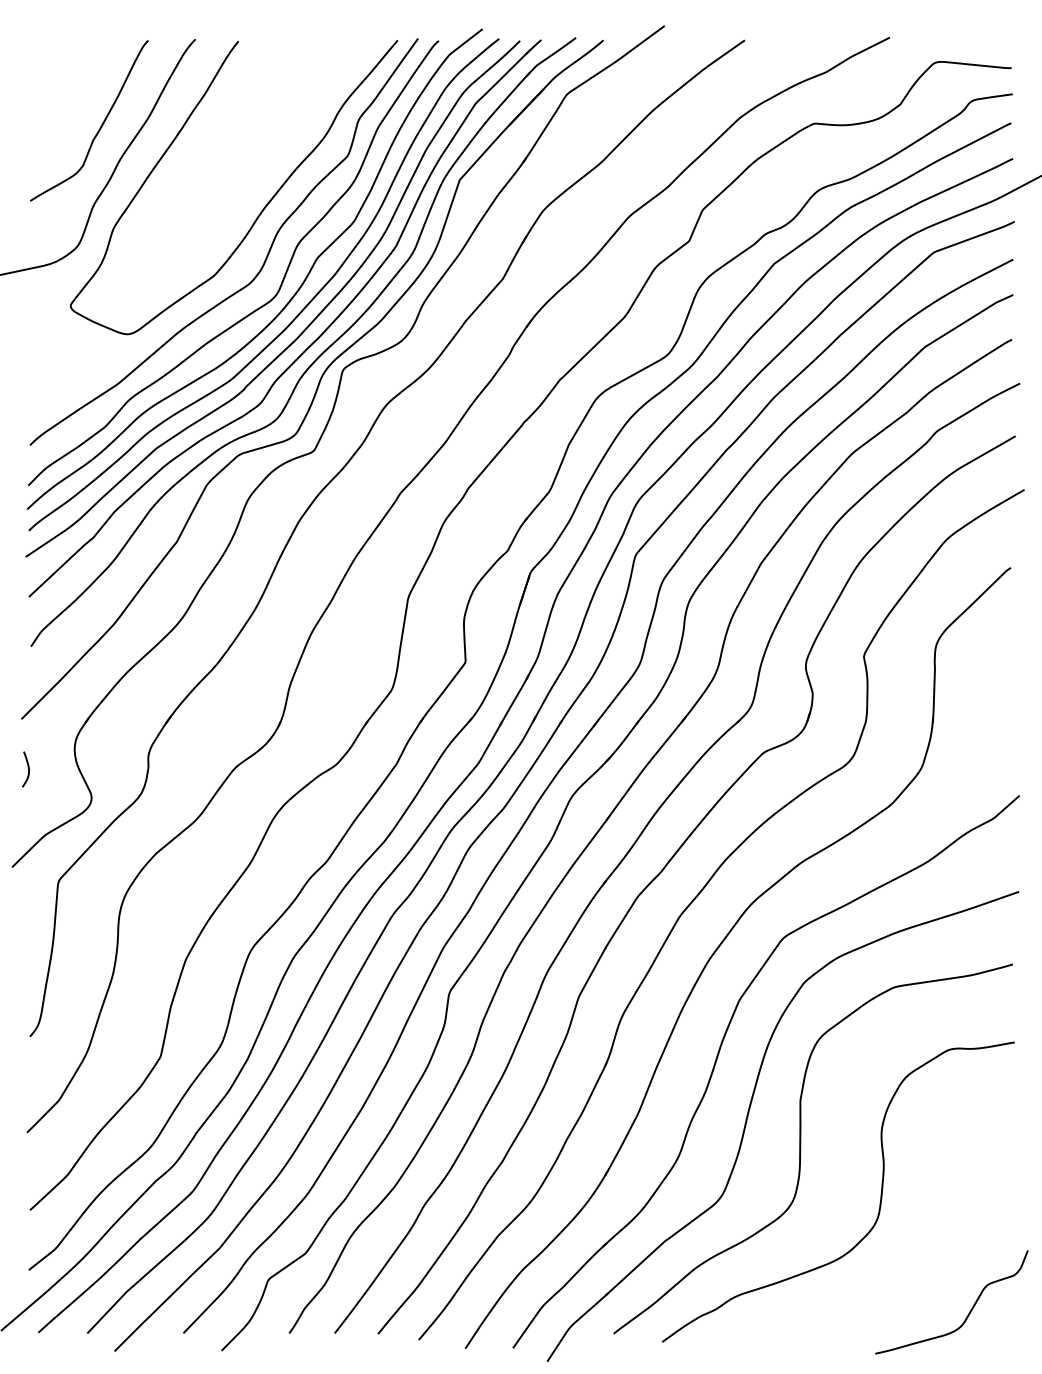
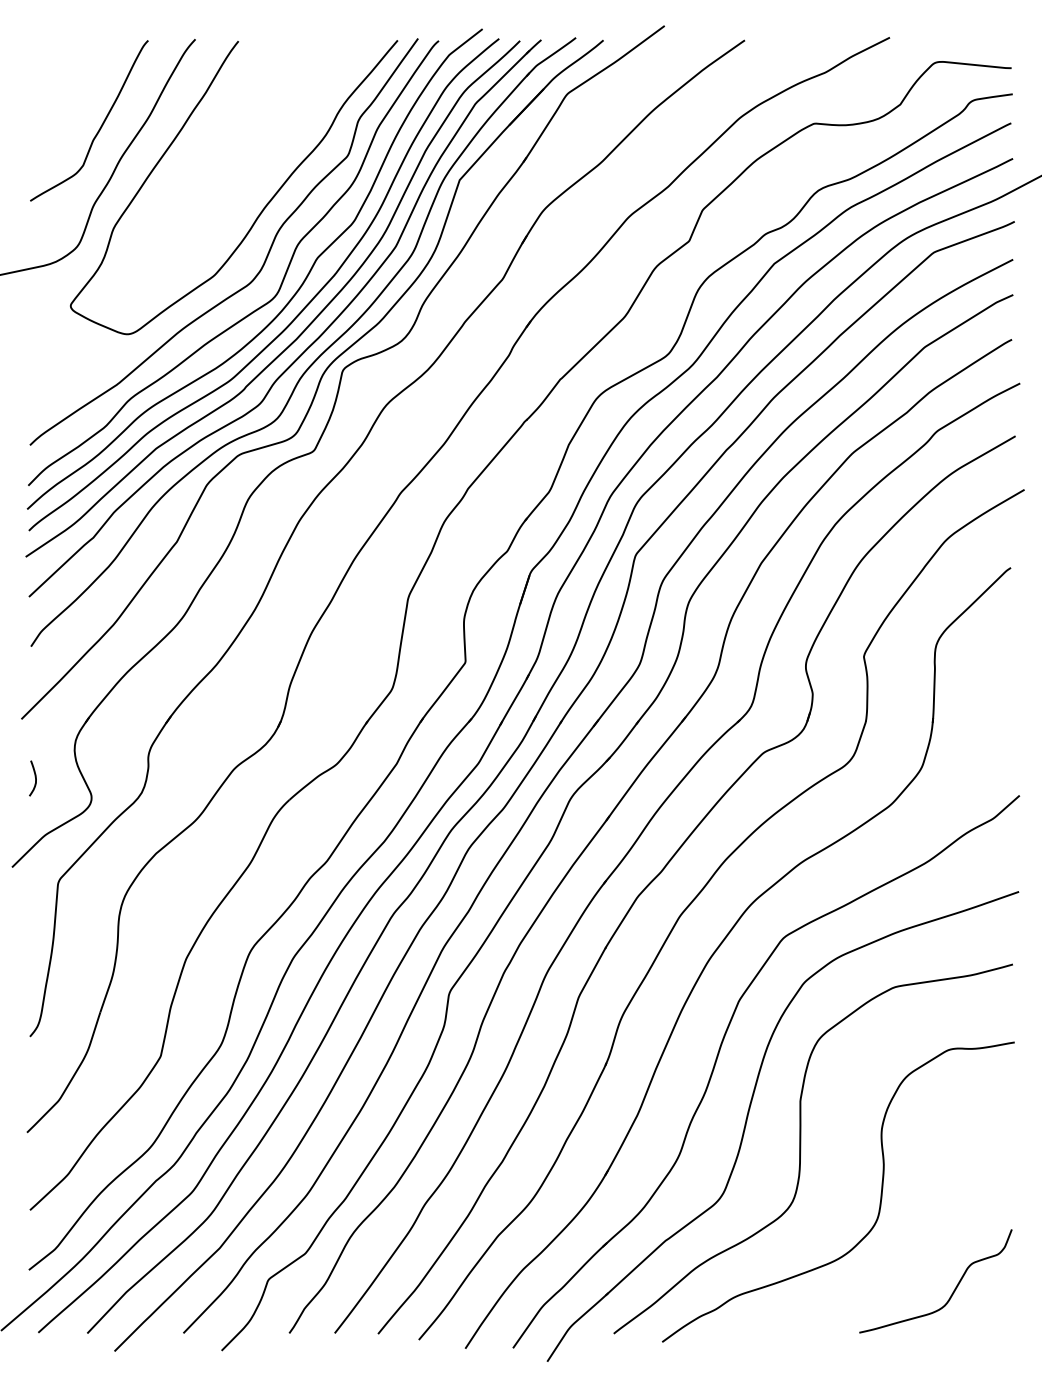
curve at (27, 767) position: (27, 767) -> (34, 776)
curve at (967, 1314) position: (967, 1314) -> (951, 1293)
